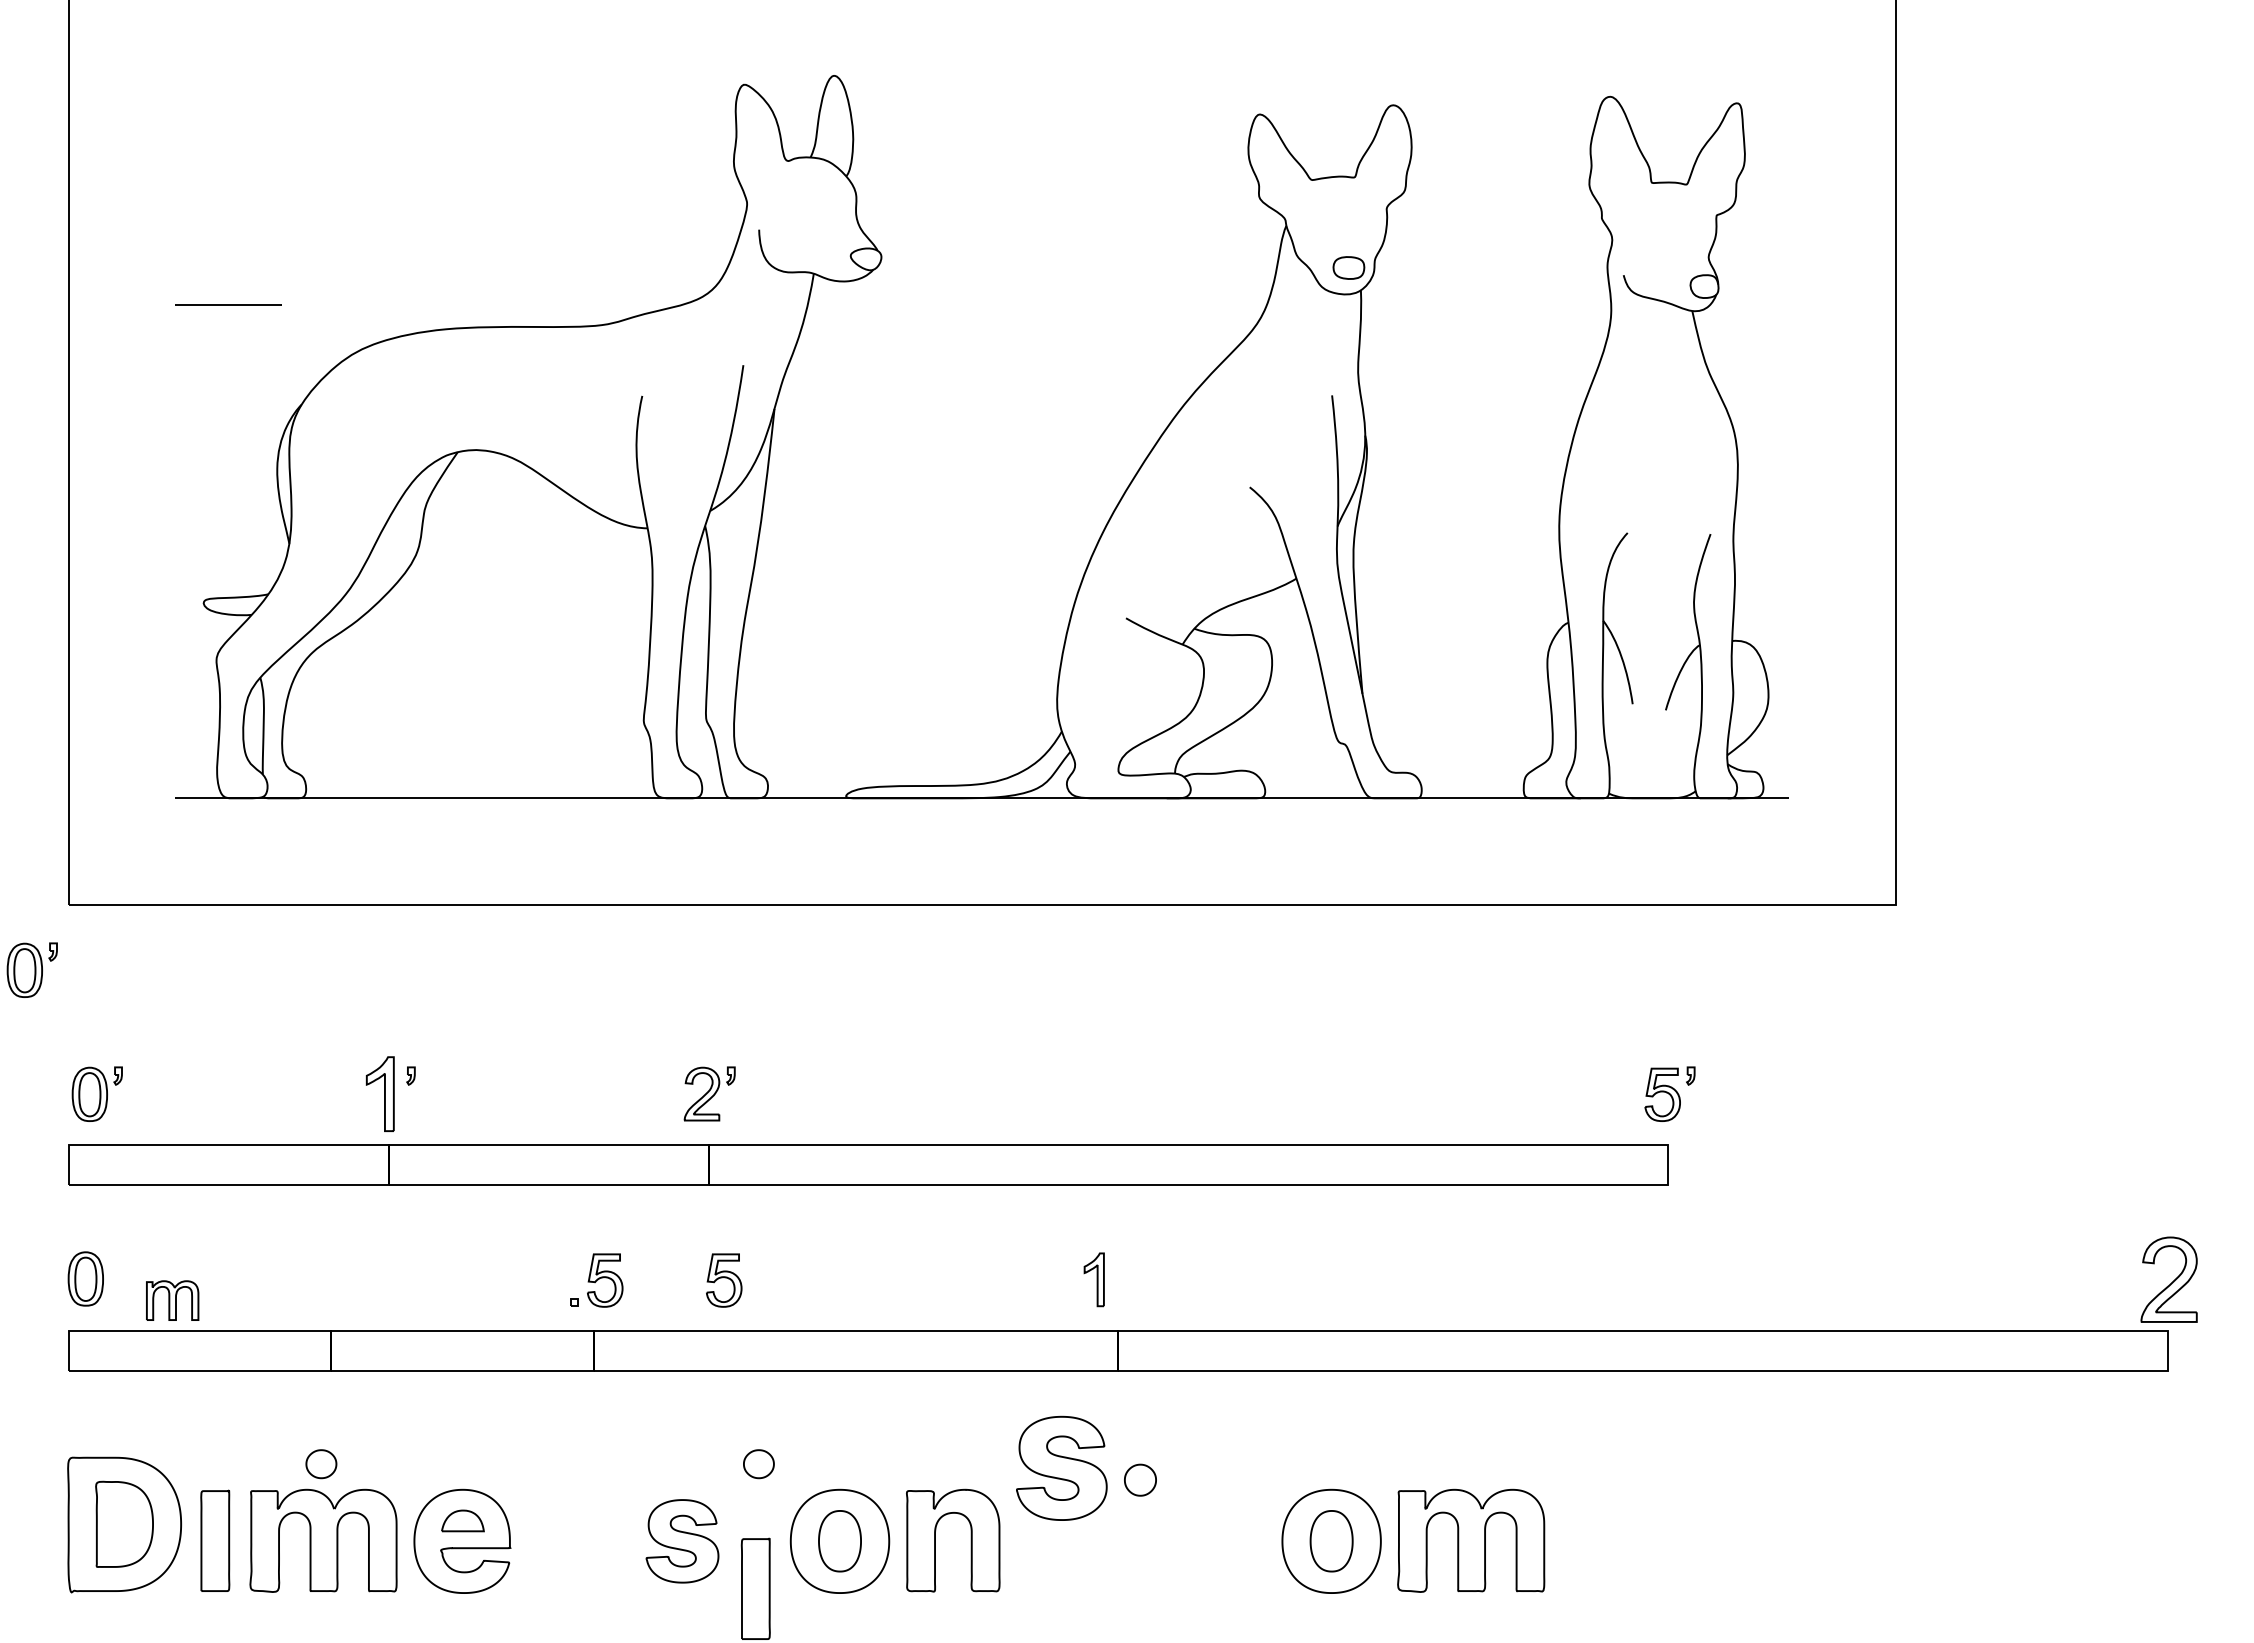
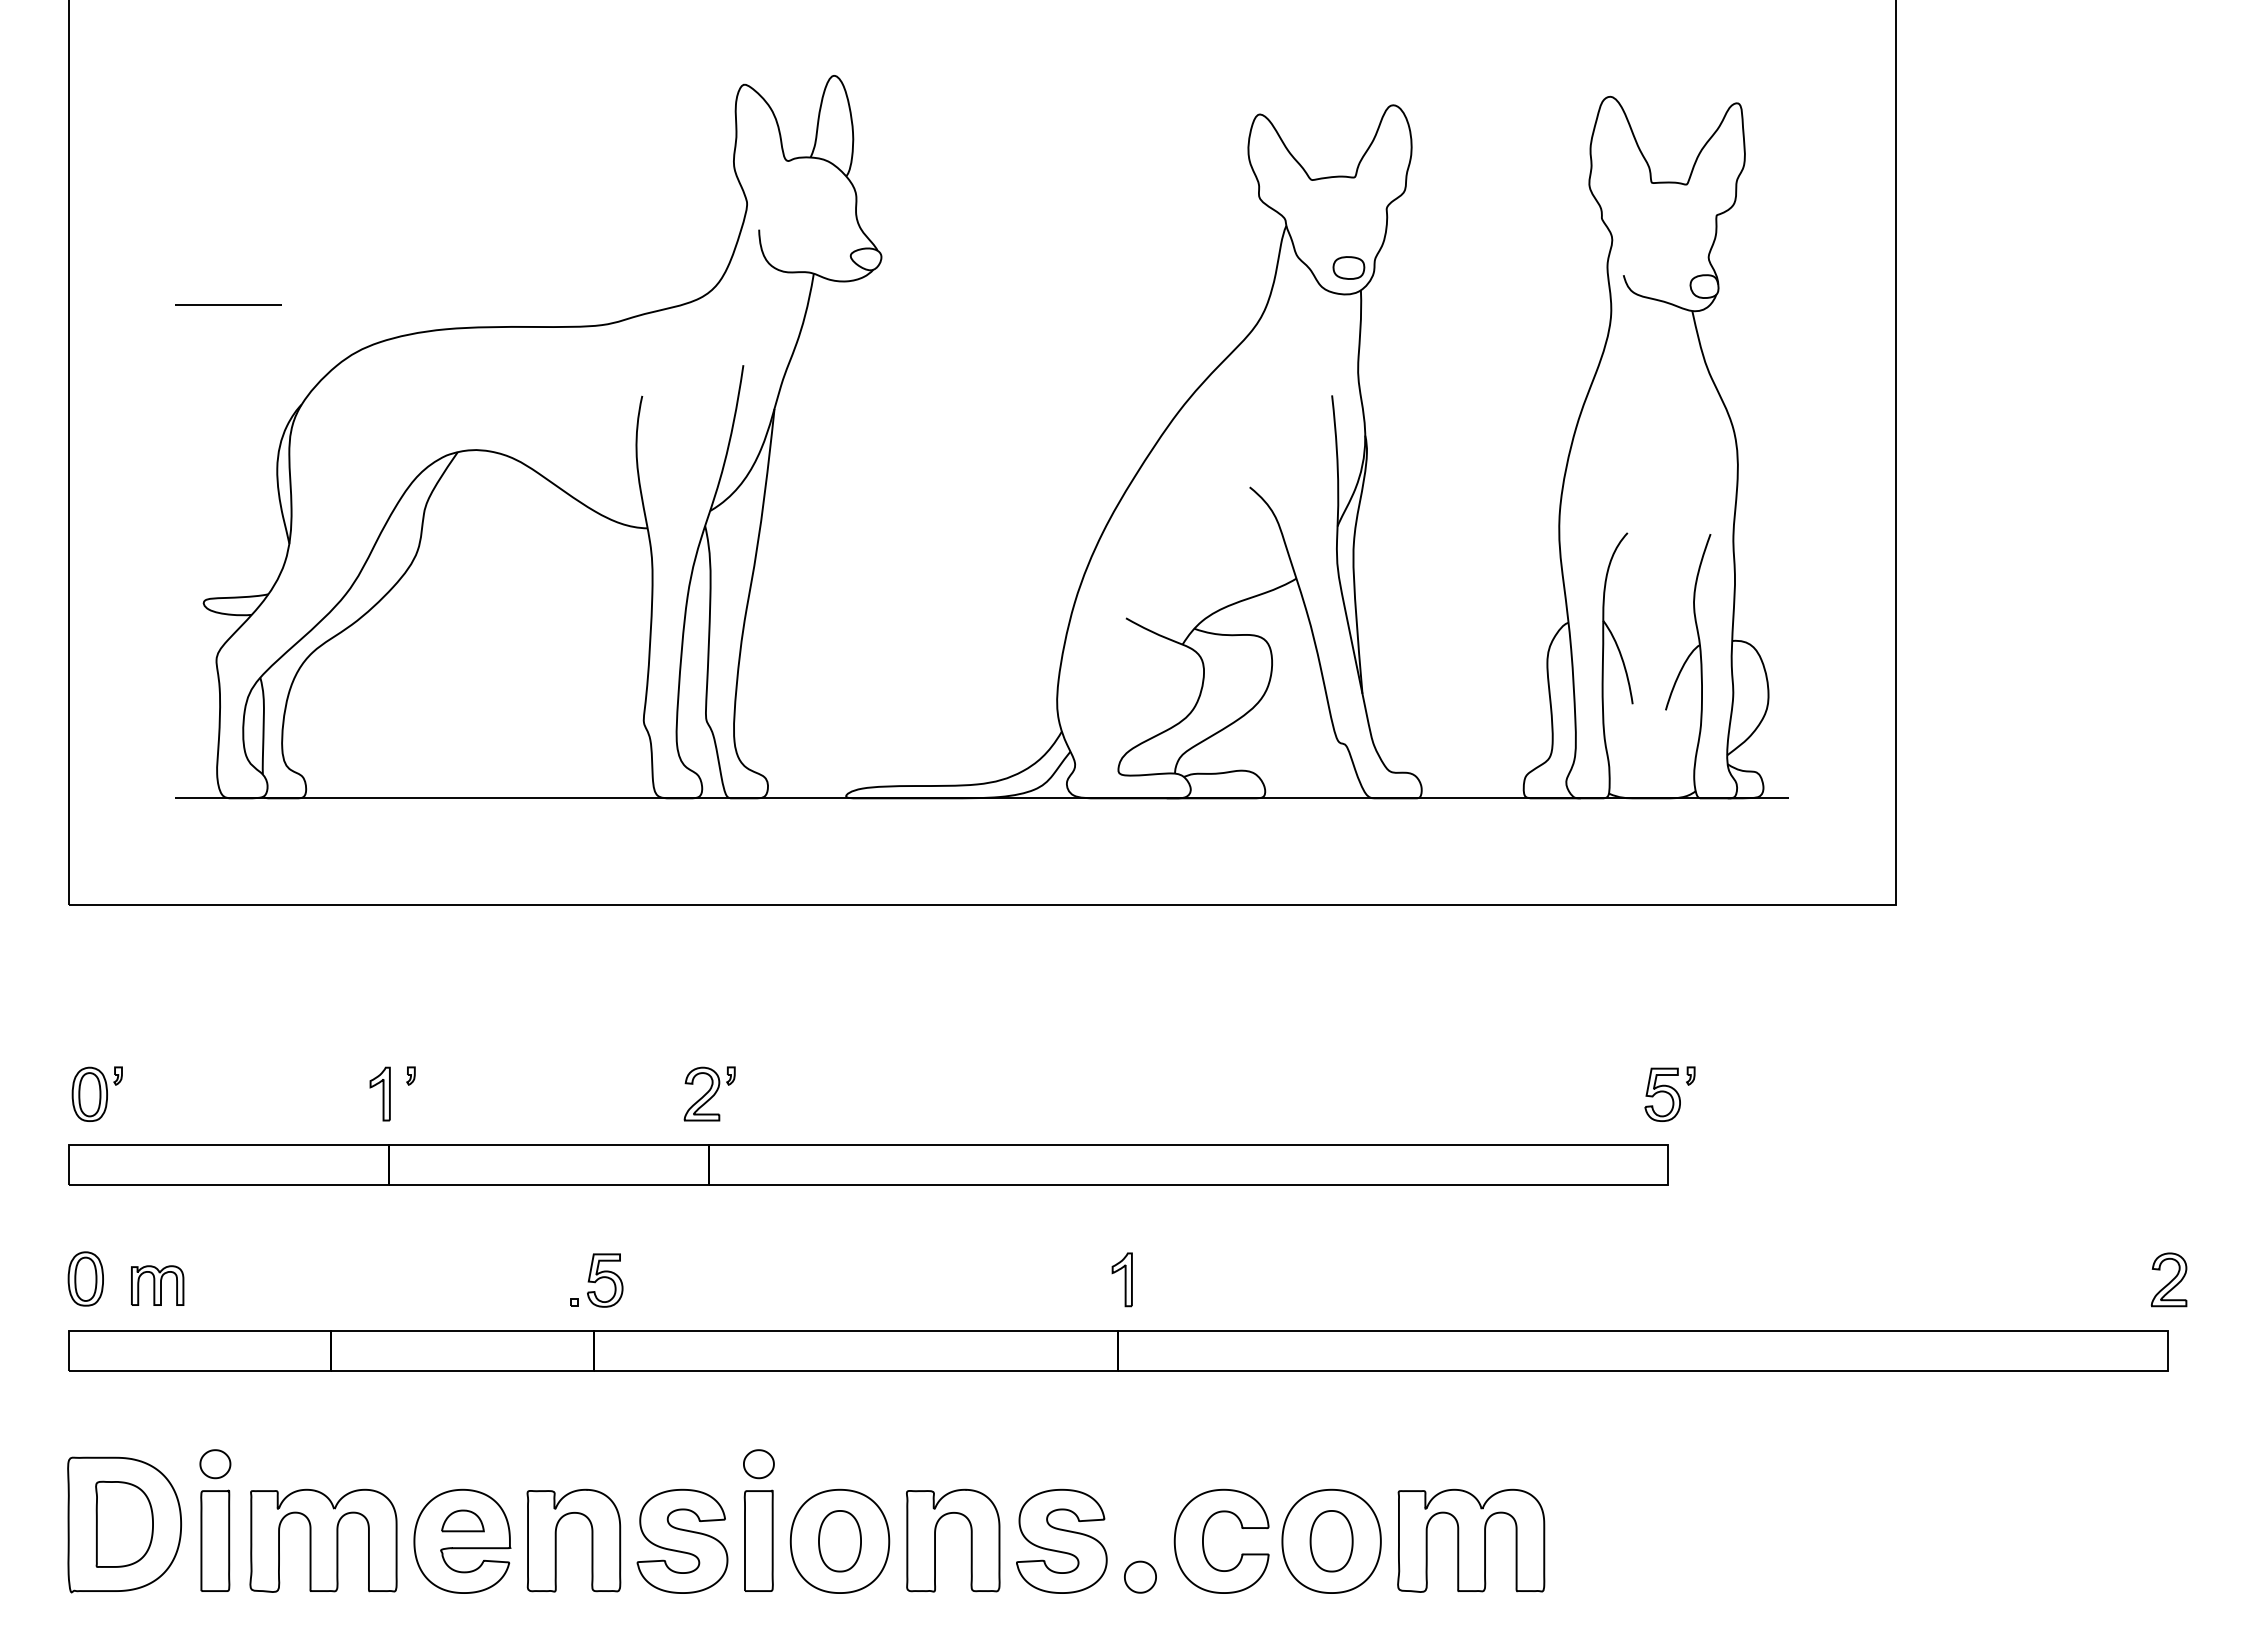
part at (31, 969): present -> none
part at (379, 1093) size: 30x76 px -> 22x56 px
part at (1093, 1279) position: (1093, 1279) -> (1121, 1279)
part at (2168, 1279) size: 58x87 px -> 38x56 px
part at (724, 1280): present -> none
part at (172, 1300) position: (172, 1300) -> (157, 1285)
part at (321, 1464) position: (321, 1464) -> (215, 1464)
part at (1061, 1467) position: (1061, 1467) -> (1061, 1540)
part at (1140, 1479) position: (1140, 1479) -> (1140, 1576)
part at (1204, 1535): none -> present
part at (556, 1540): none -> present
part at (682, 1541) size: 75x85 px -> 93x106 px
part at (755, 1588) position: (755, 1588) -> (758, 1540)
